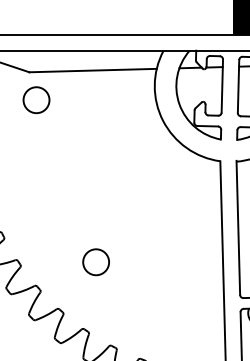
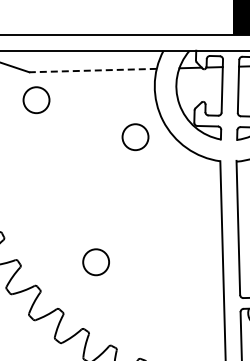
line at (93, 70): solid -> dashed
circle at (135, 137): none -> present
